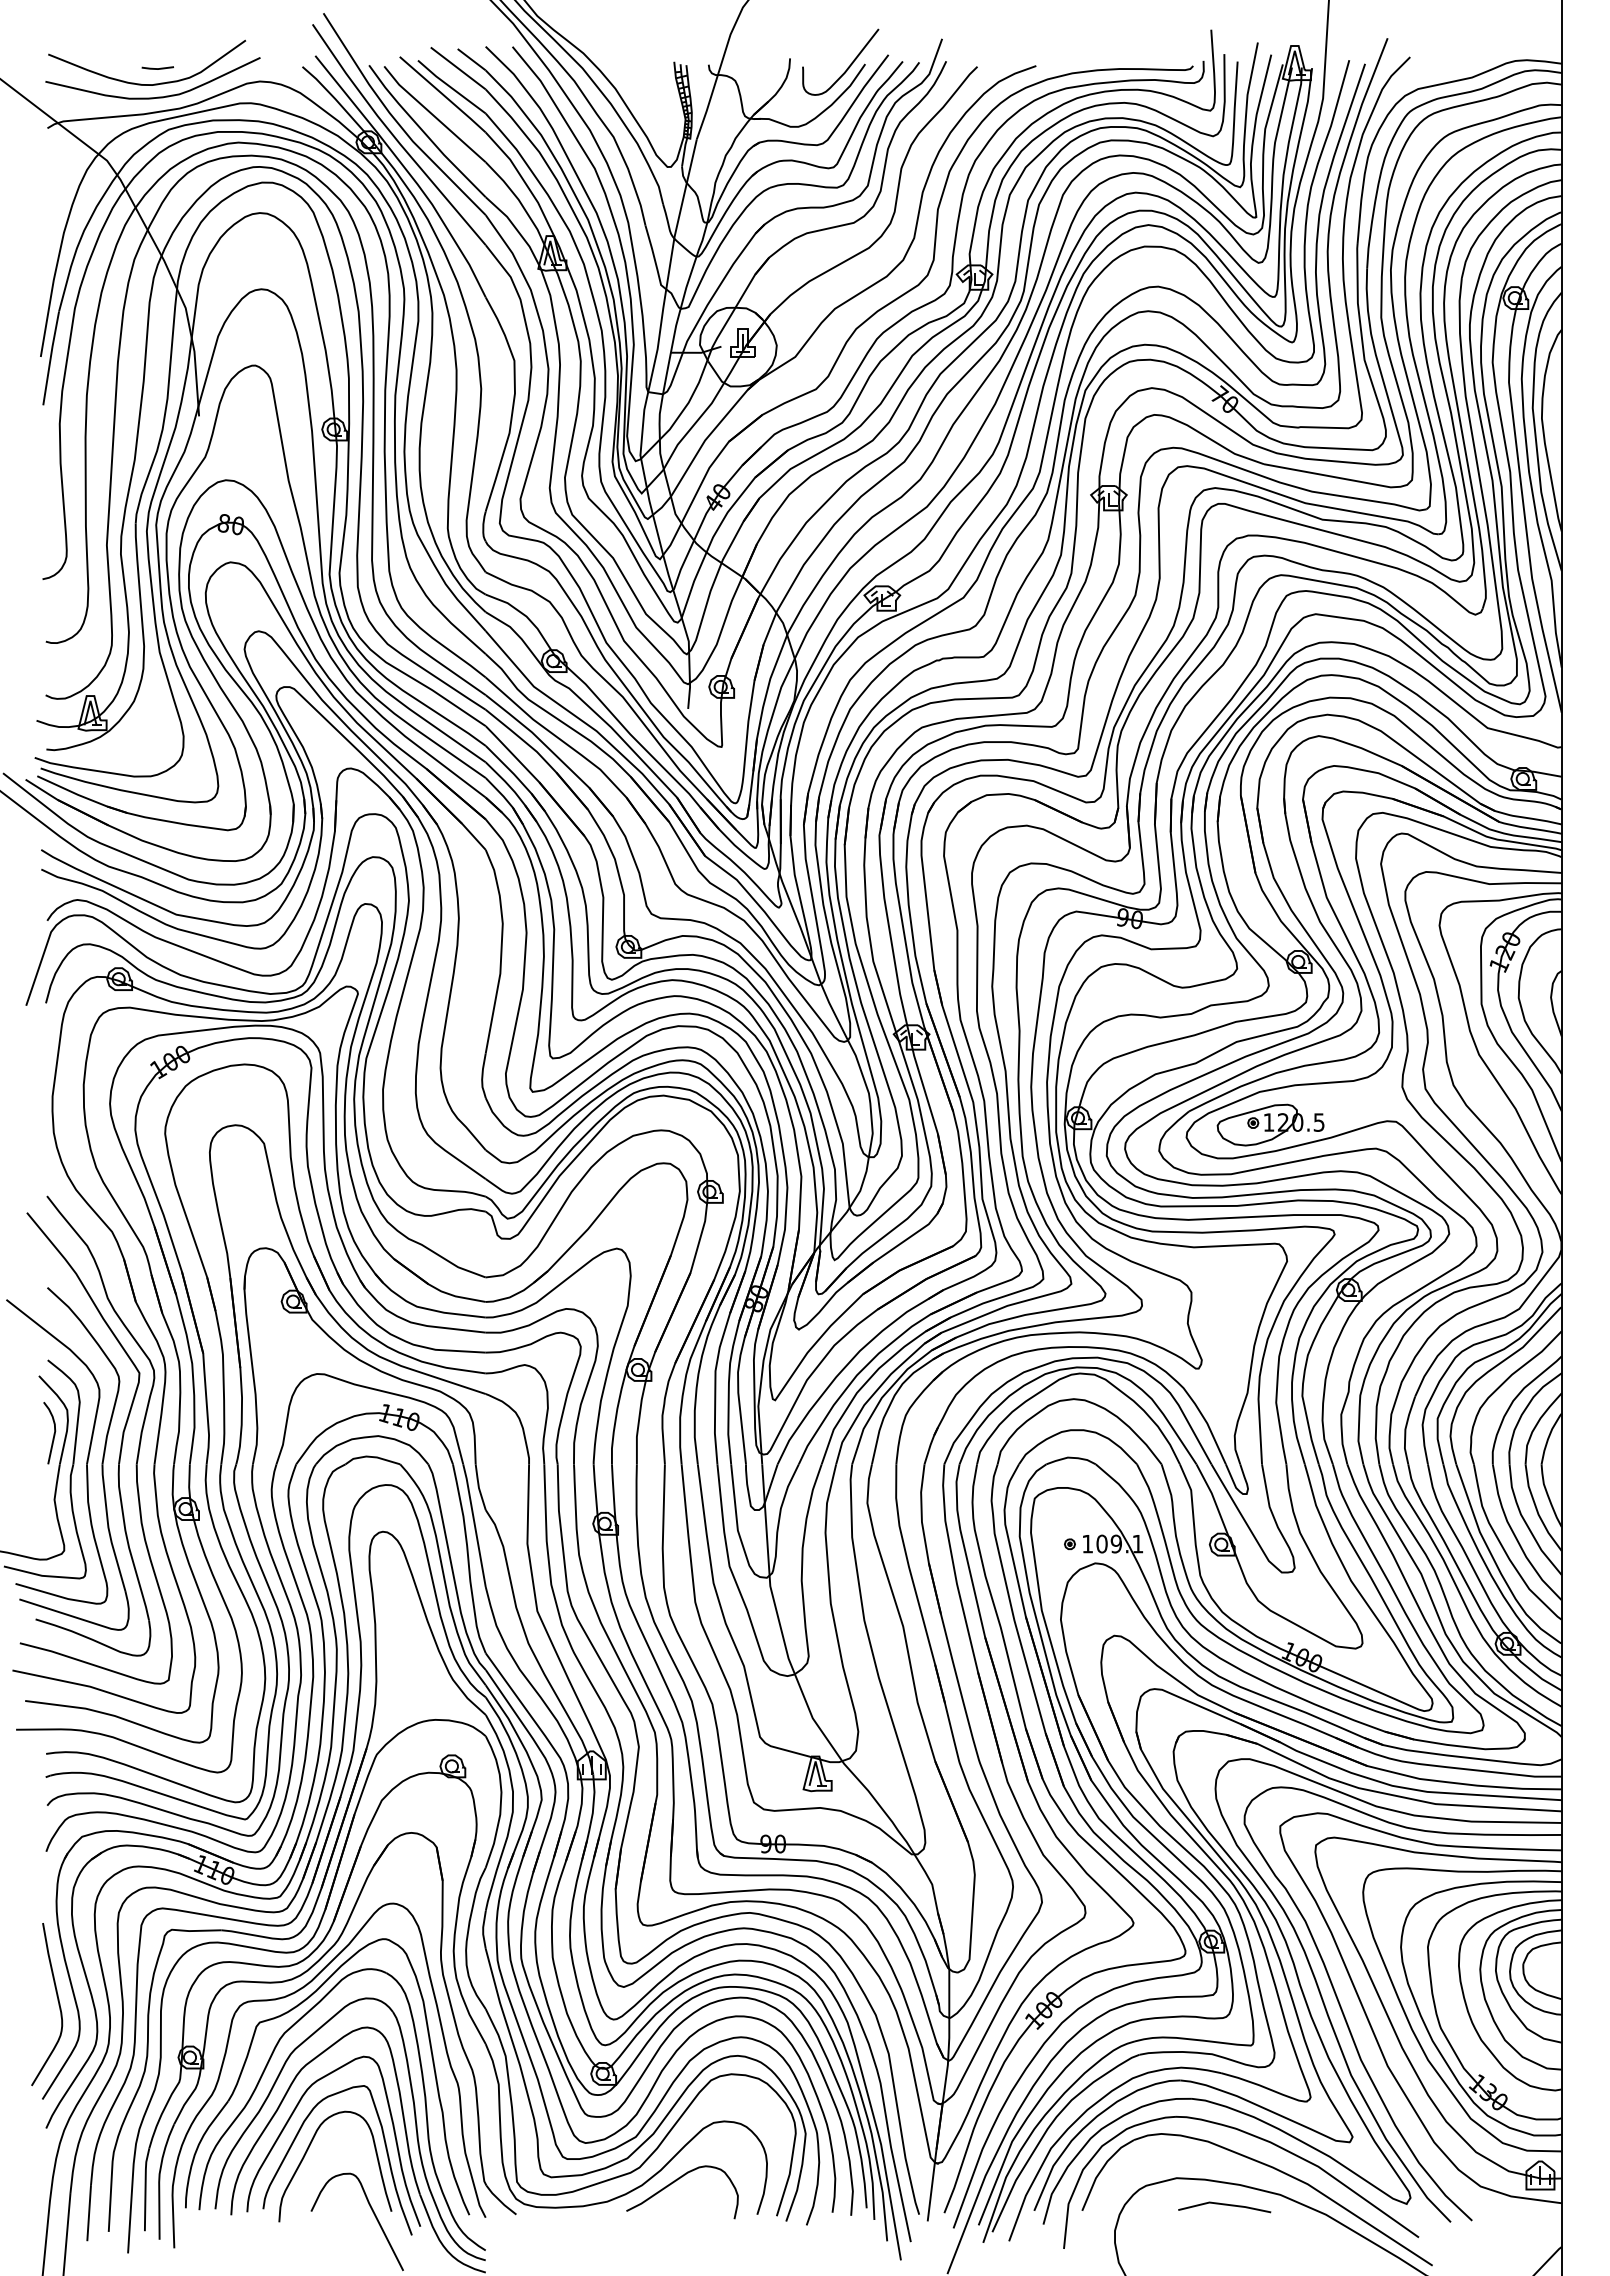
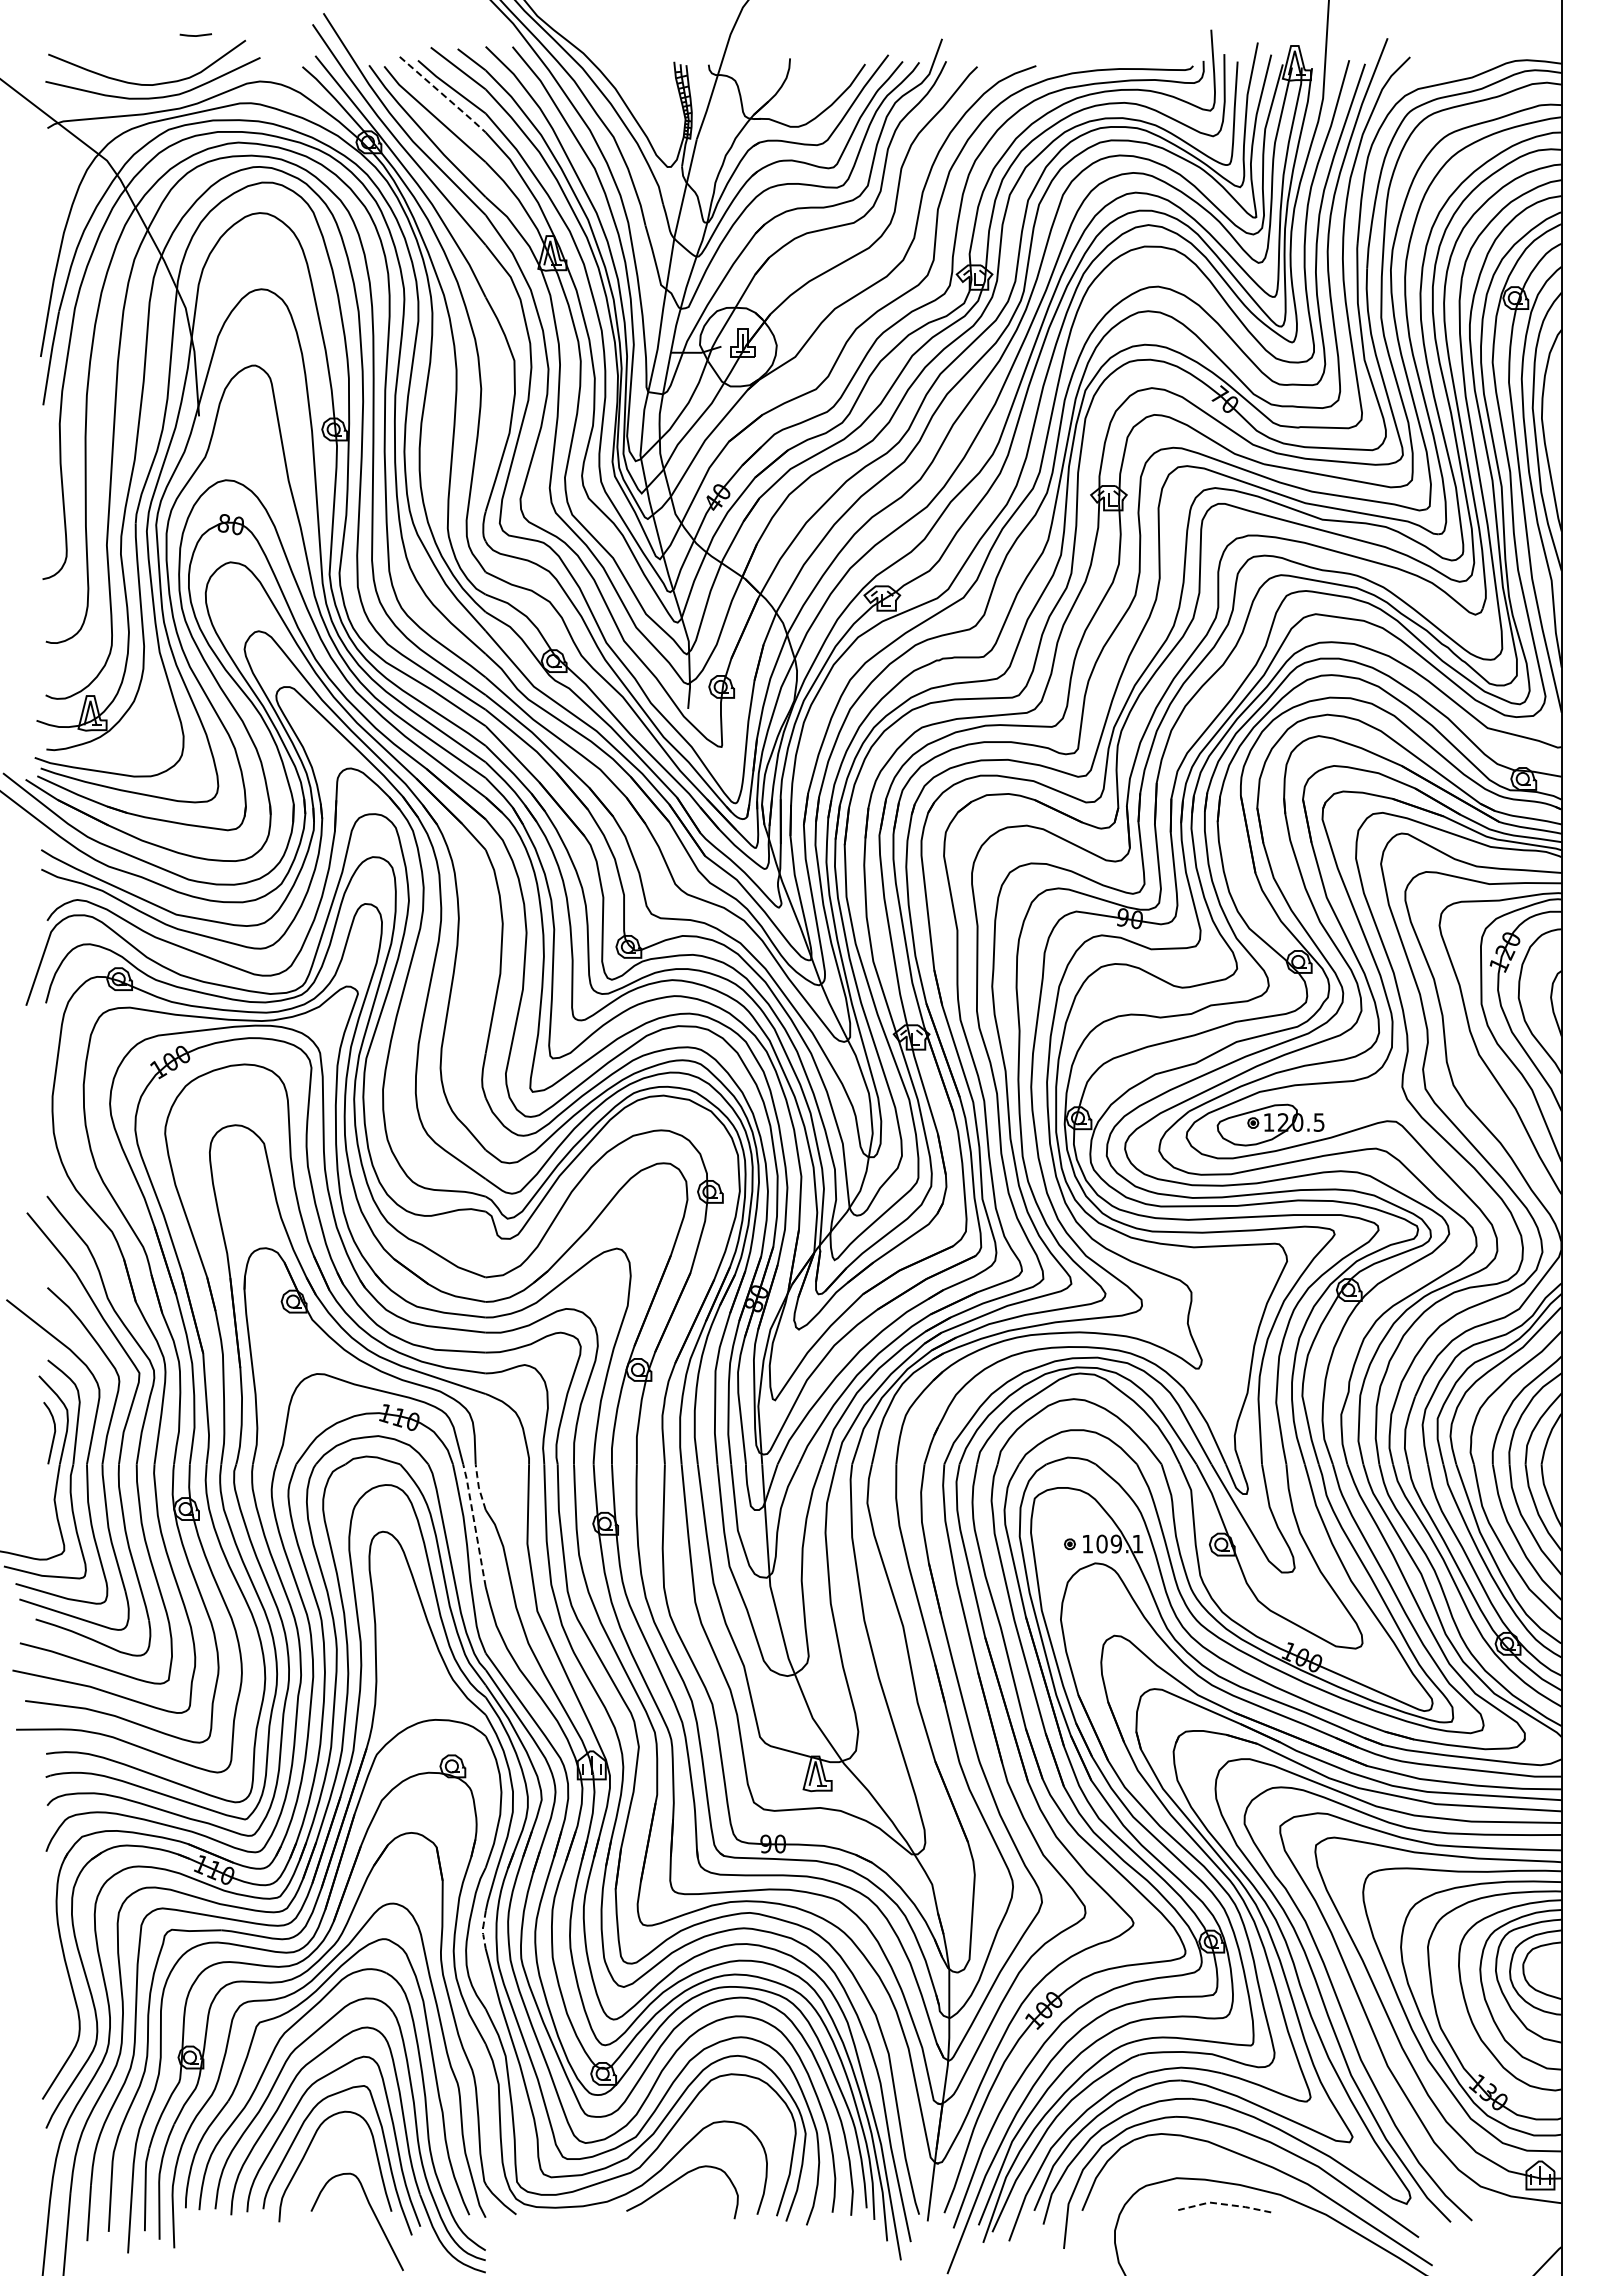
curve at (847, 67): present -> none
line at (157, 68) position: (157, 68) -> (195, 35)
line at (443, 95): solid -> dashed
line at (478, 1487): solid -> dashed
line at (474, 1524): solid -> dashed
line at (483, 1929): solid -> dashed
curve at (57, 2001): present -> none
line at (1224, 2204): solid -> dashed
